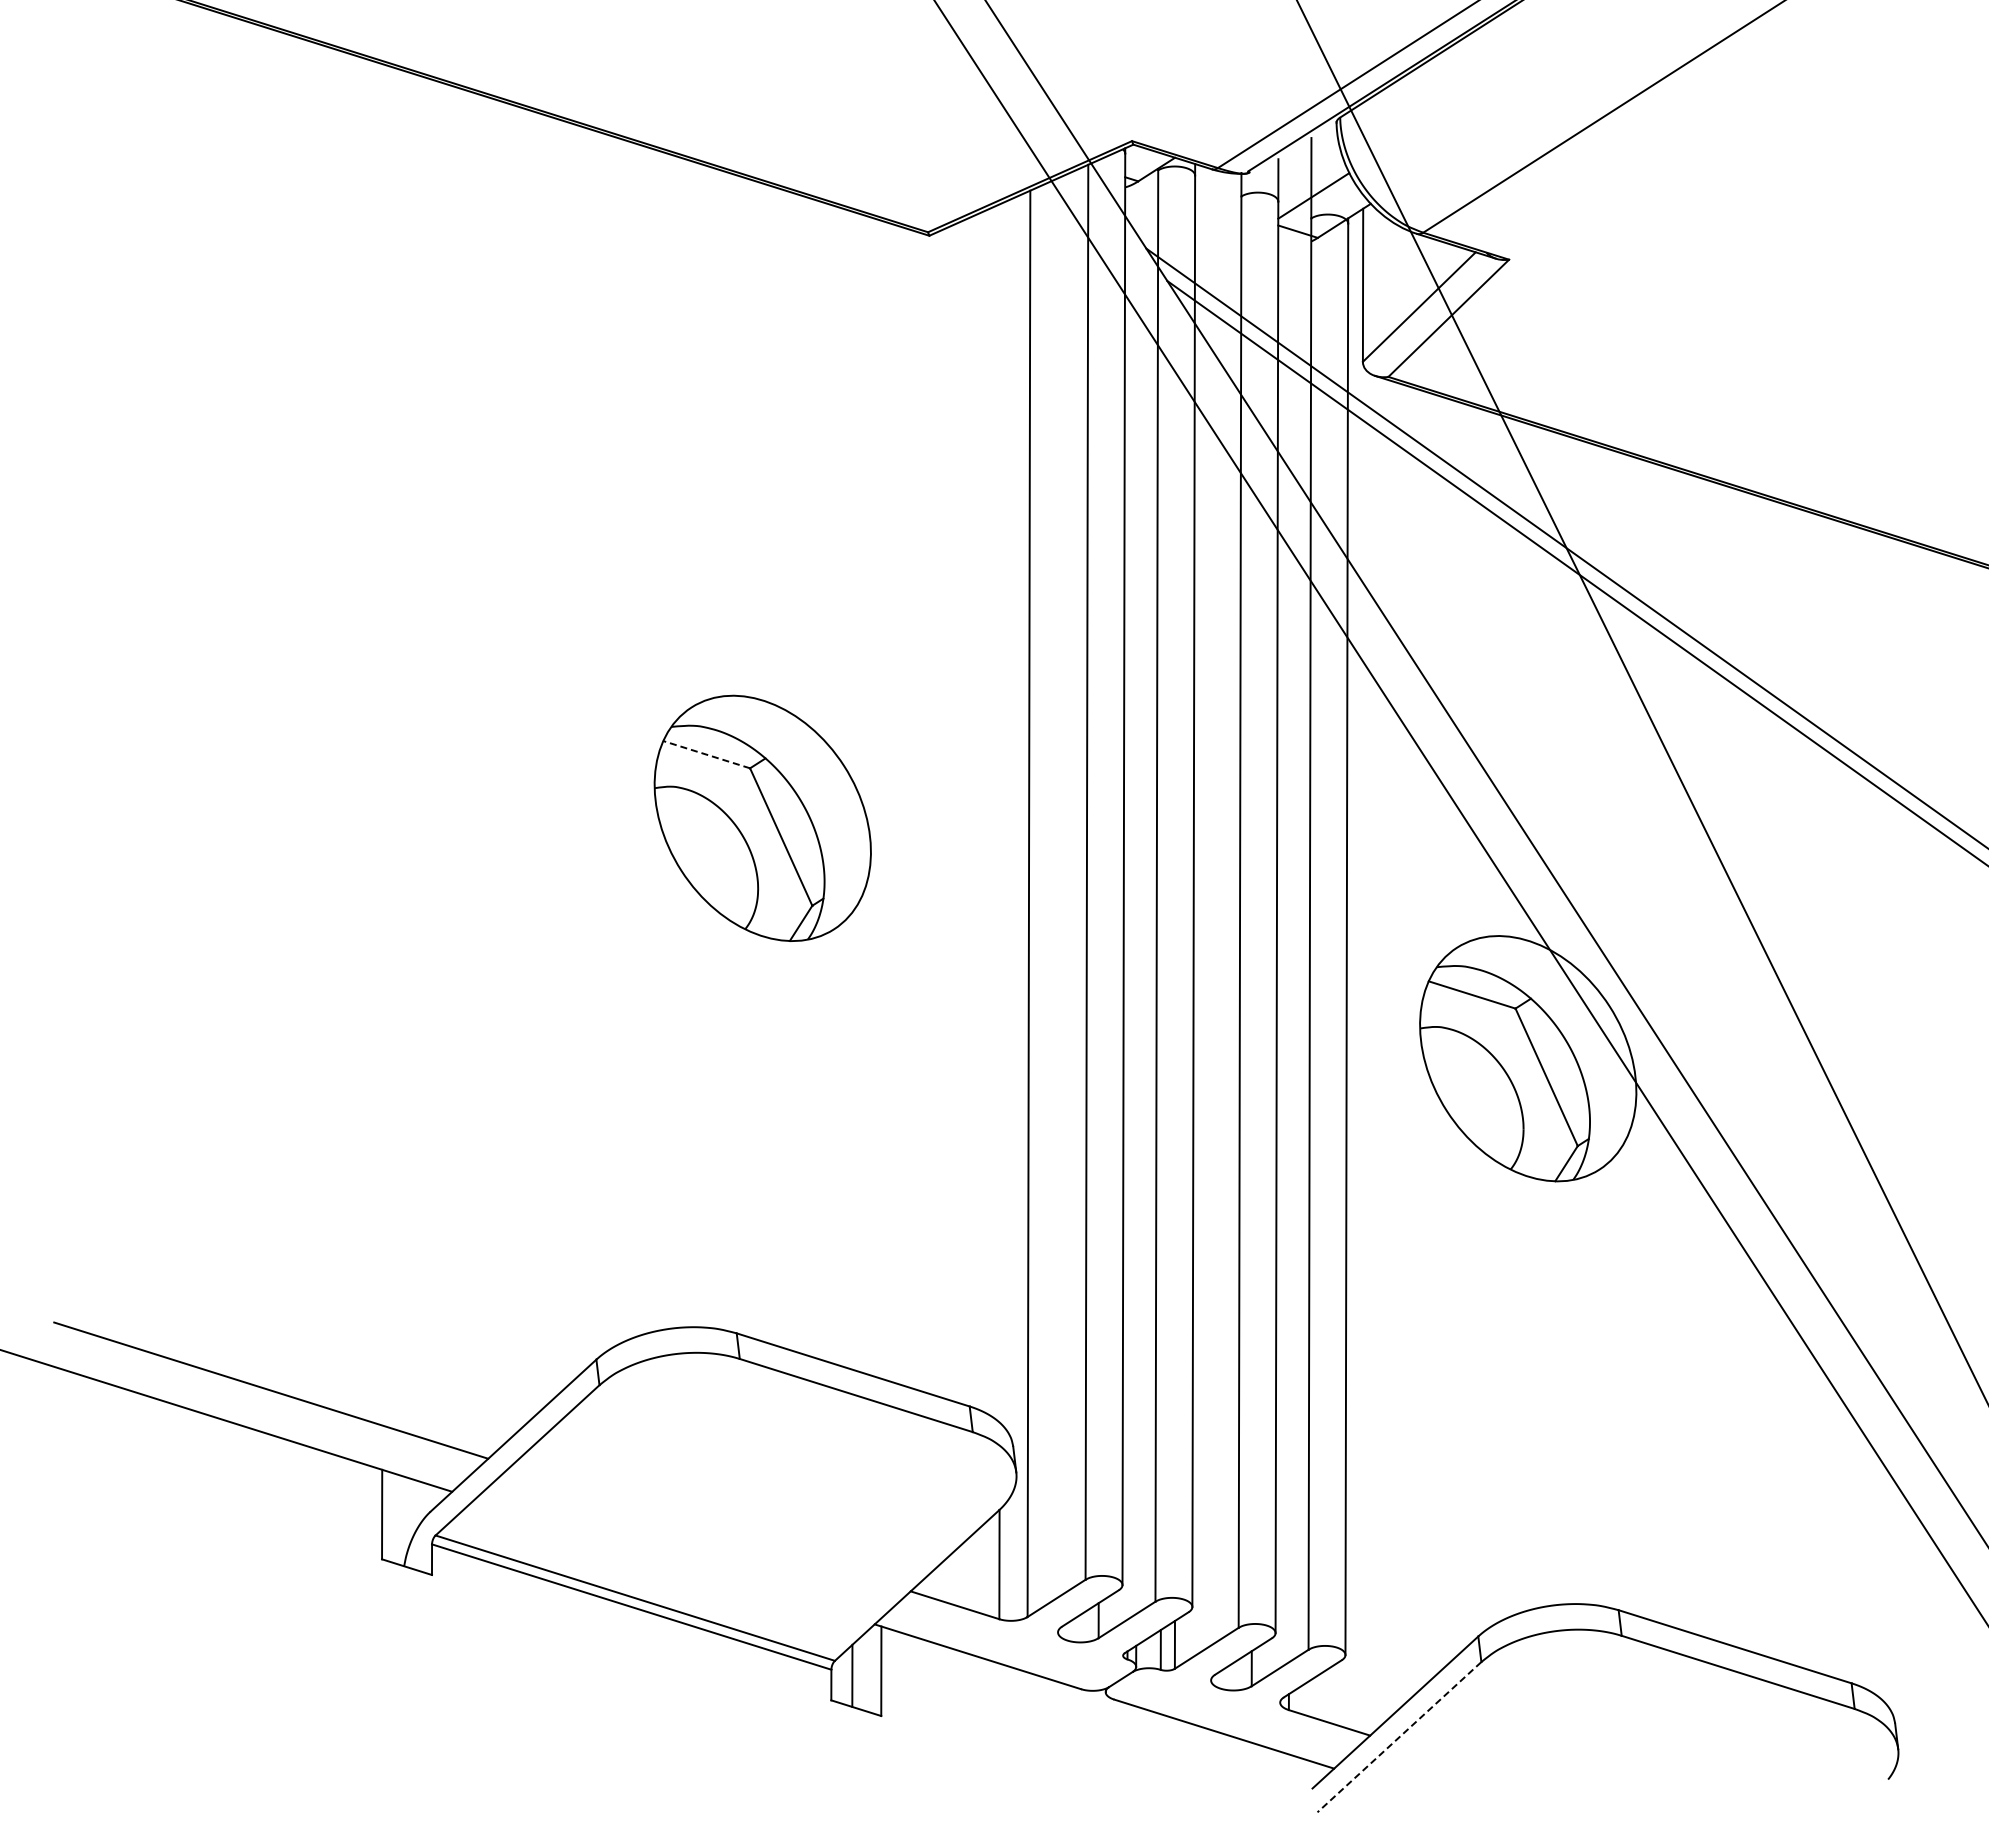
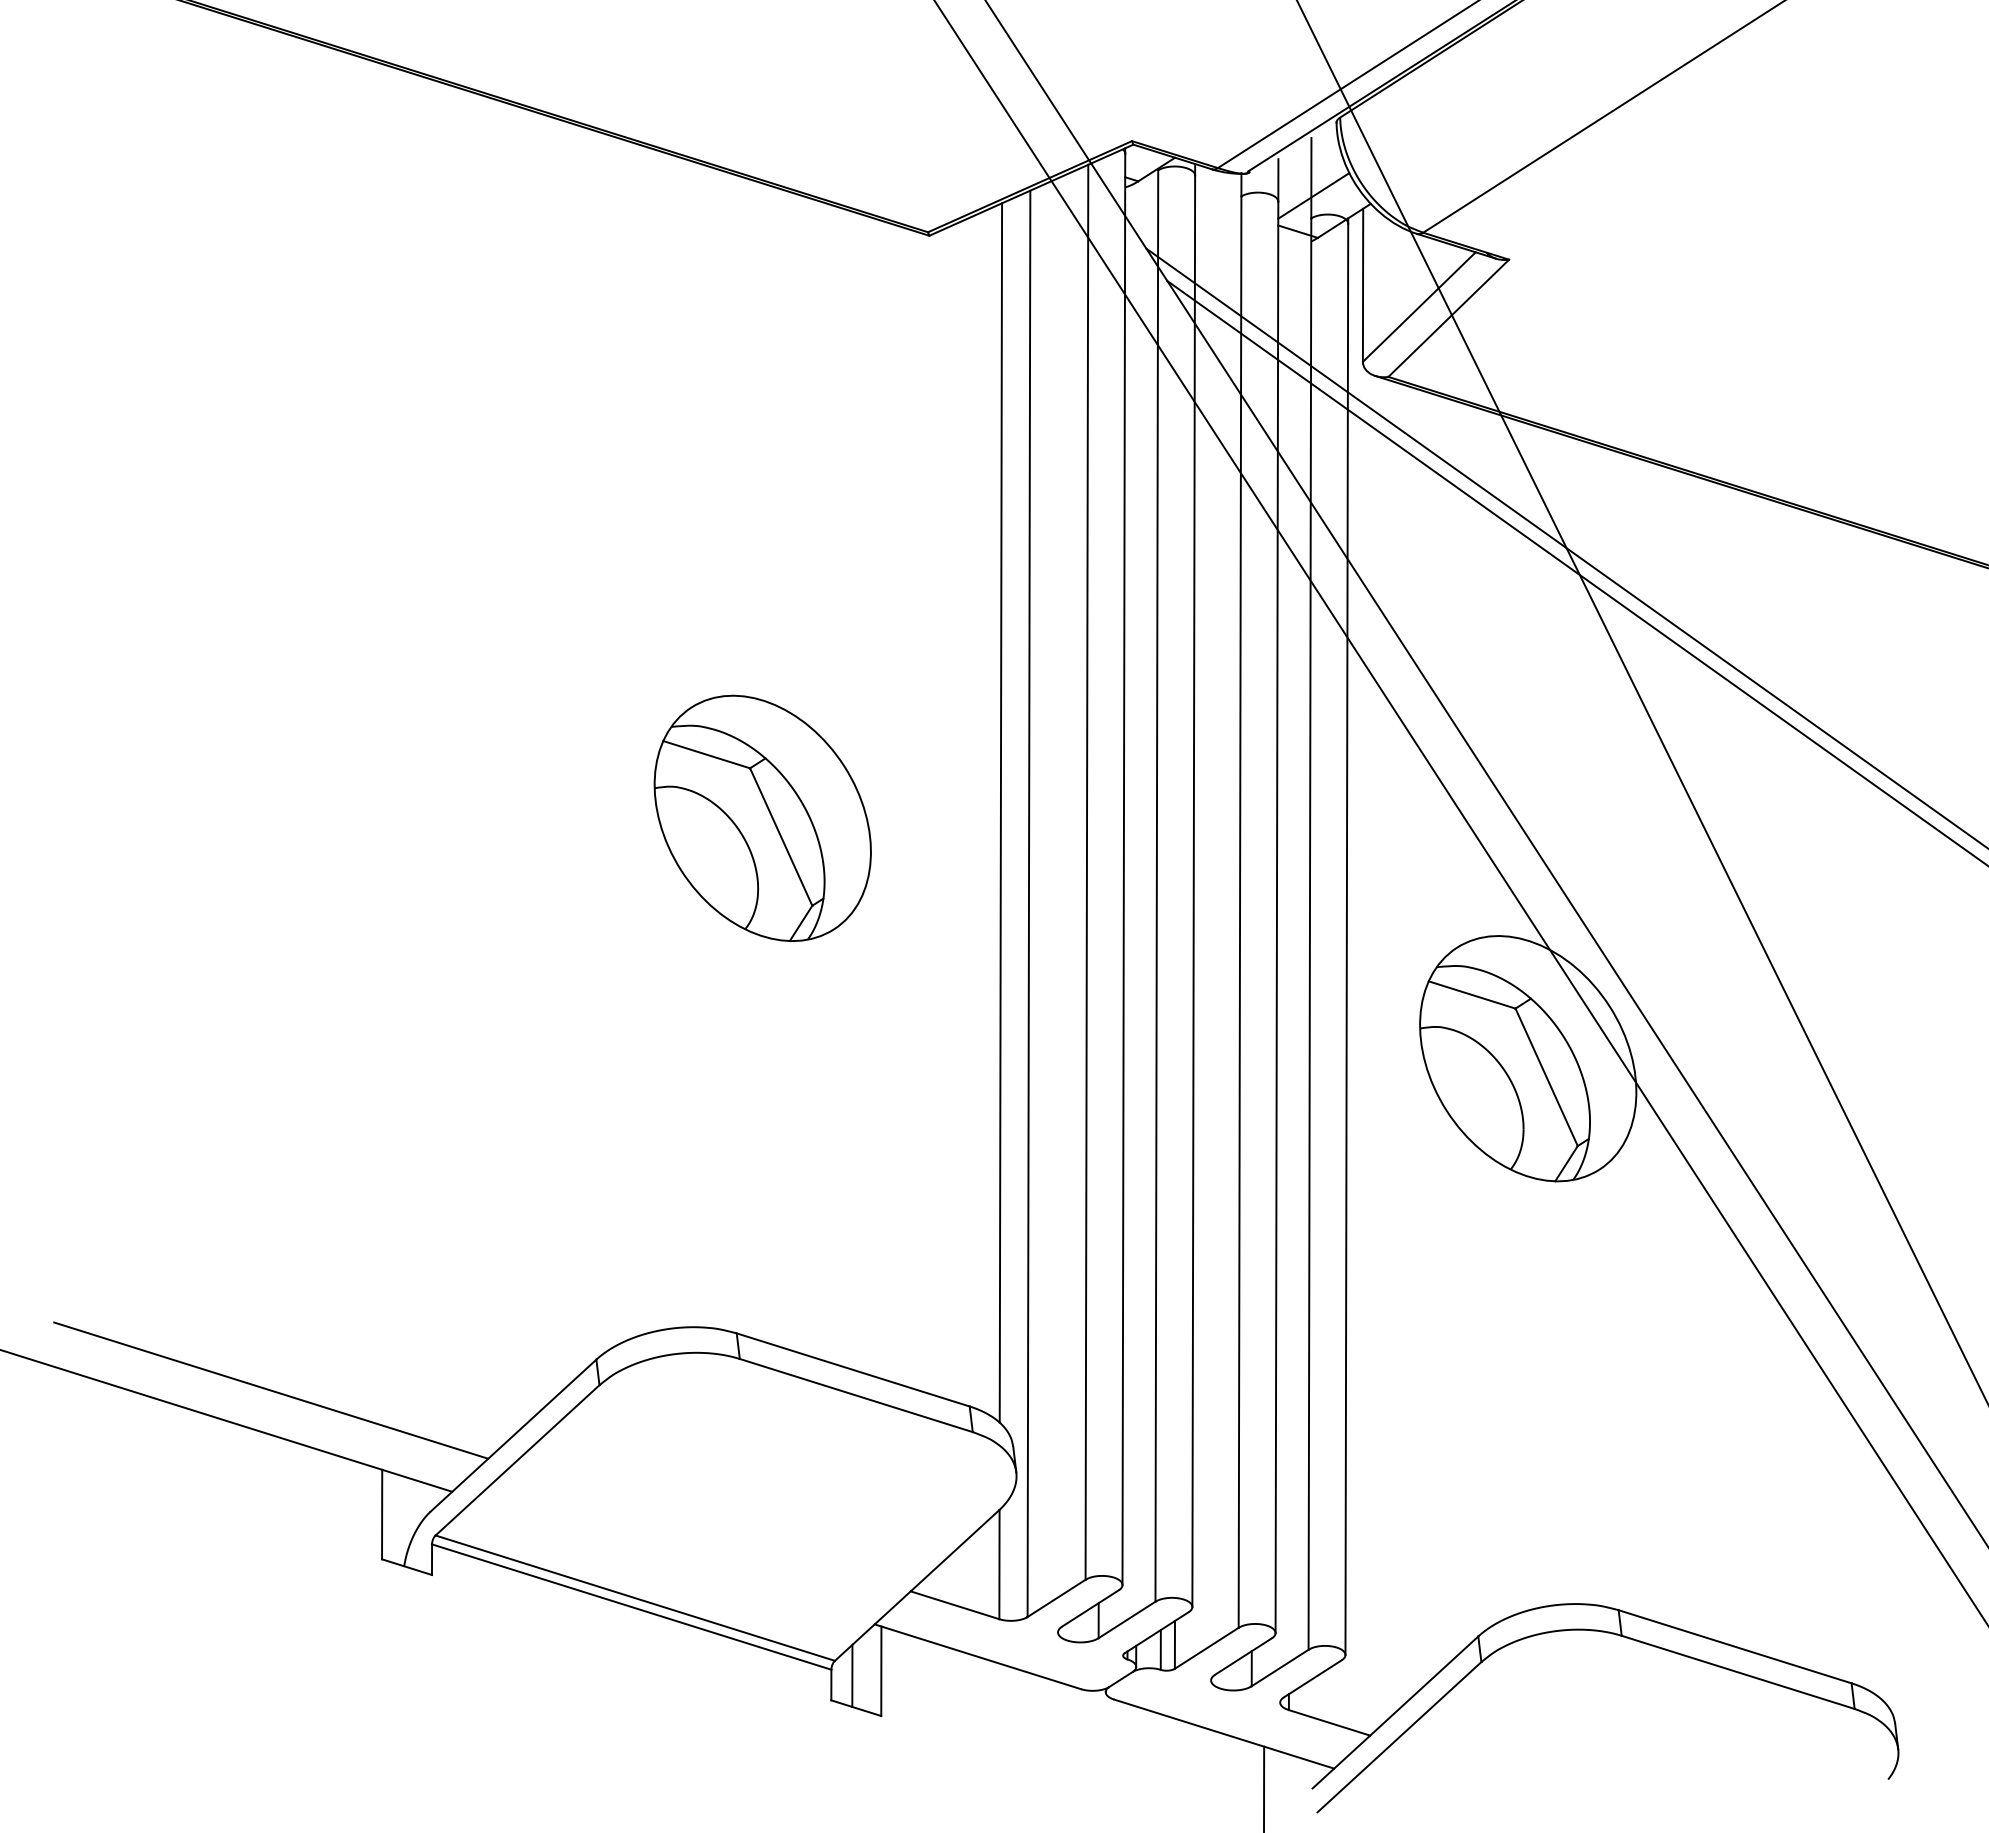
line at (706, 754): dashed -> solid
line at (1000, 812): none -> present
line at (1399, 1737): dashed -> solid
line at (1264, 1787): none -> present
